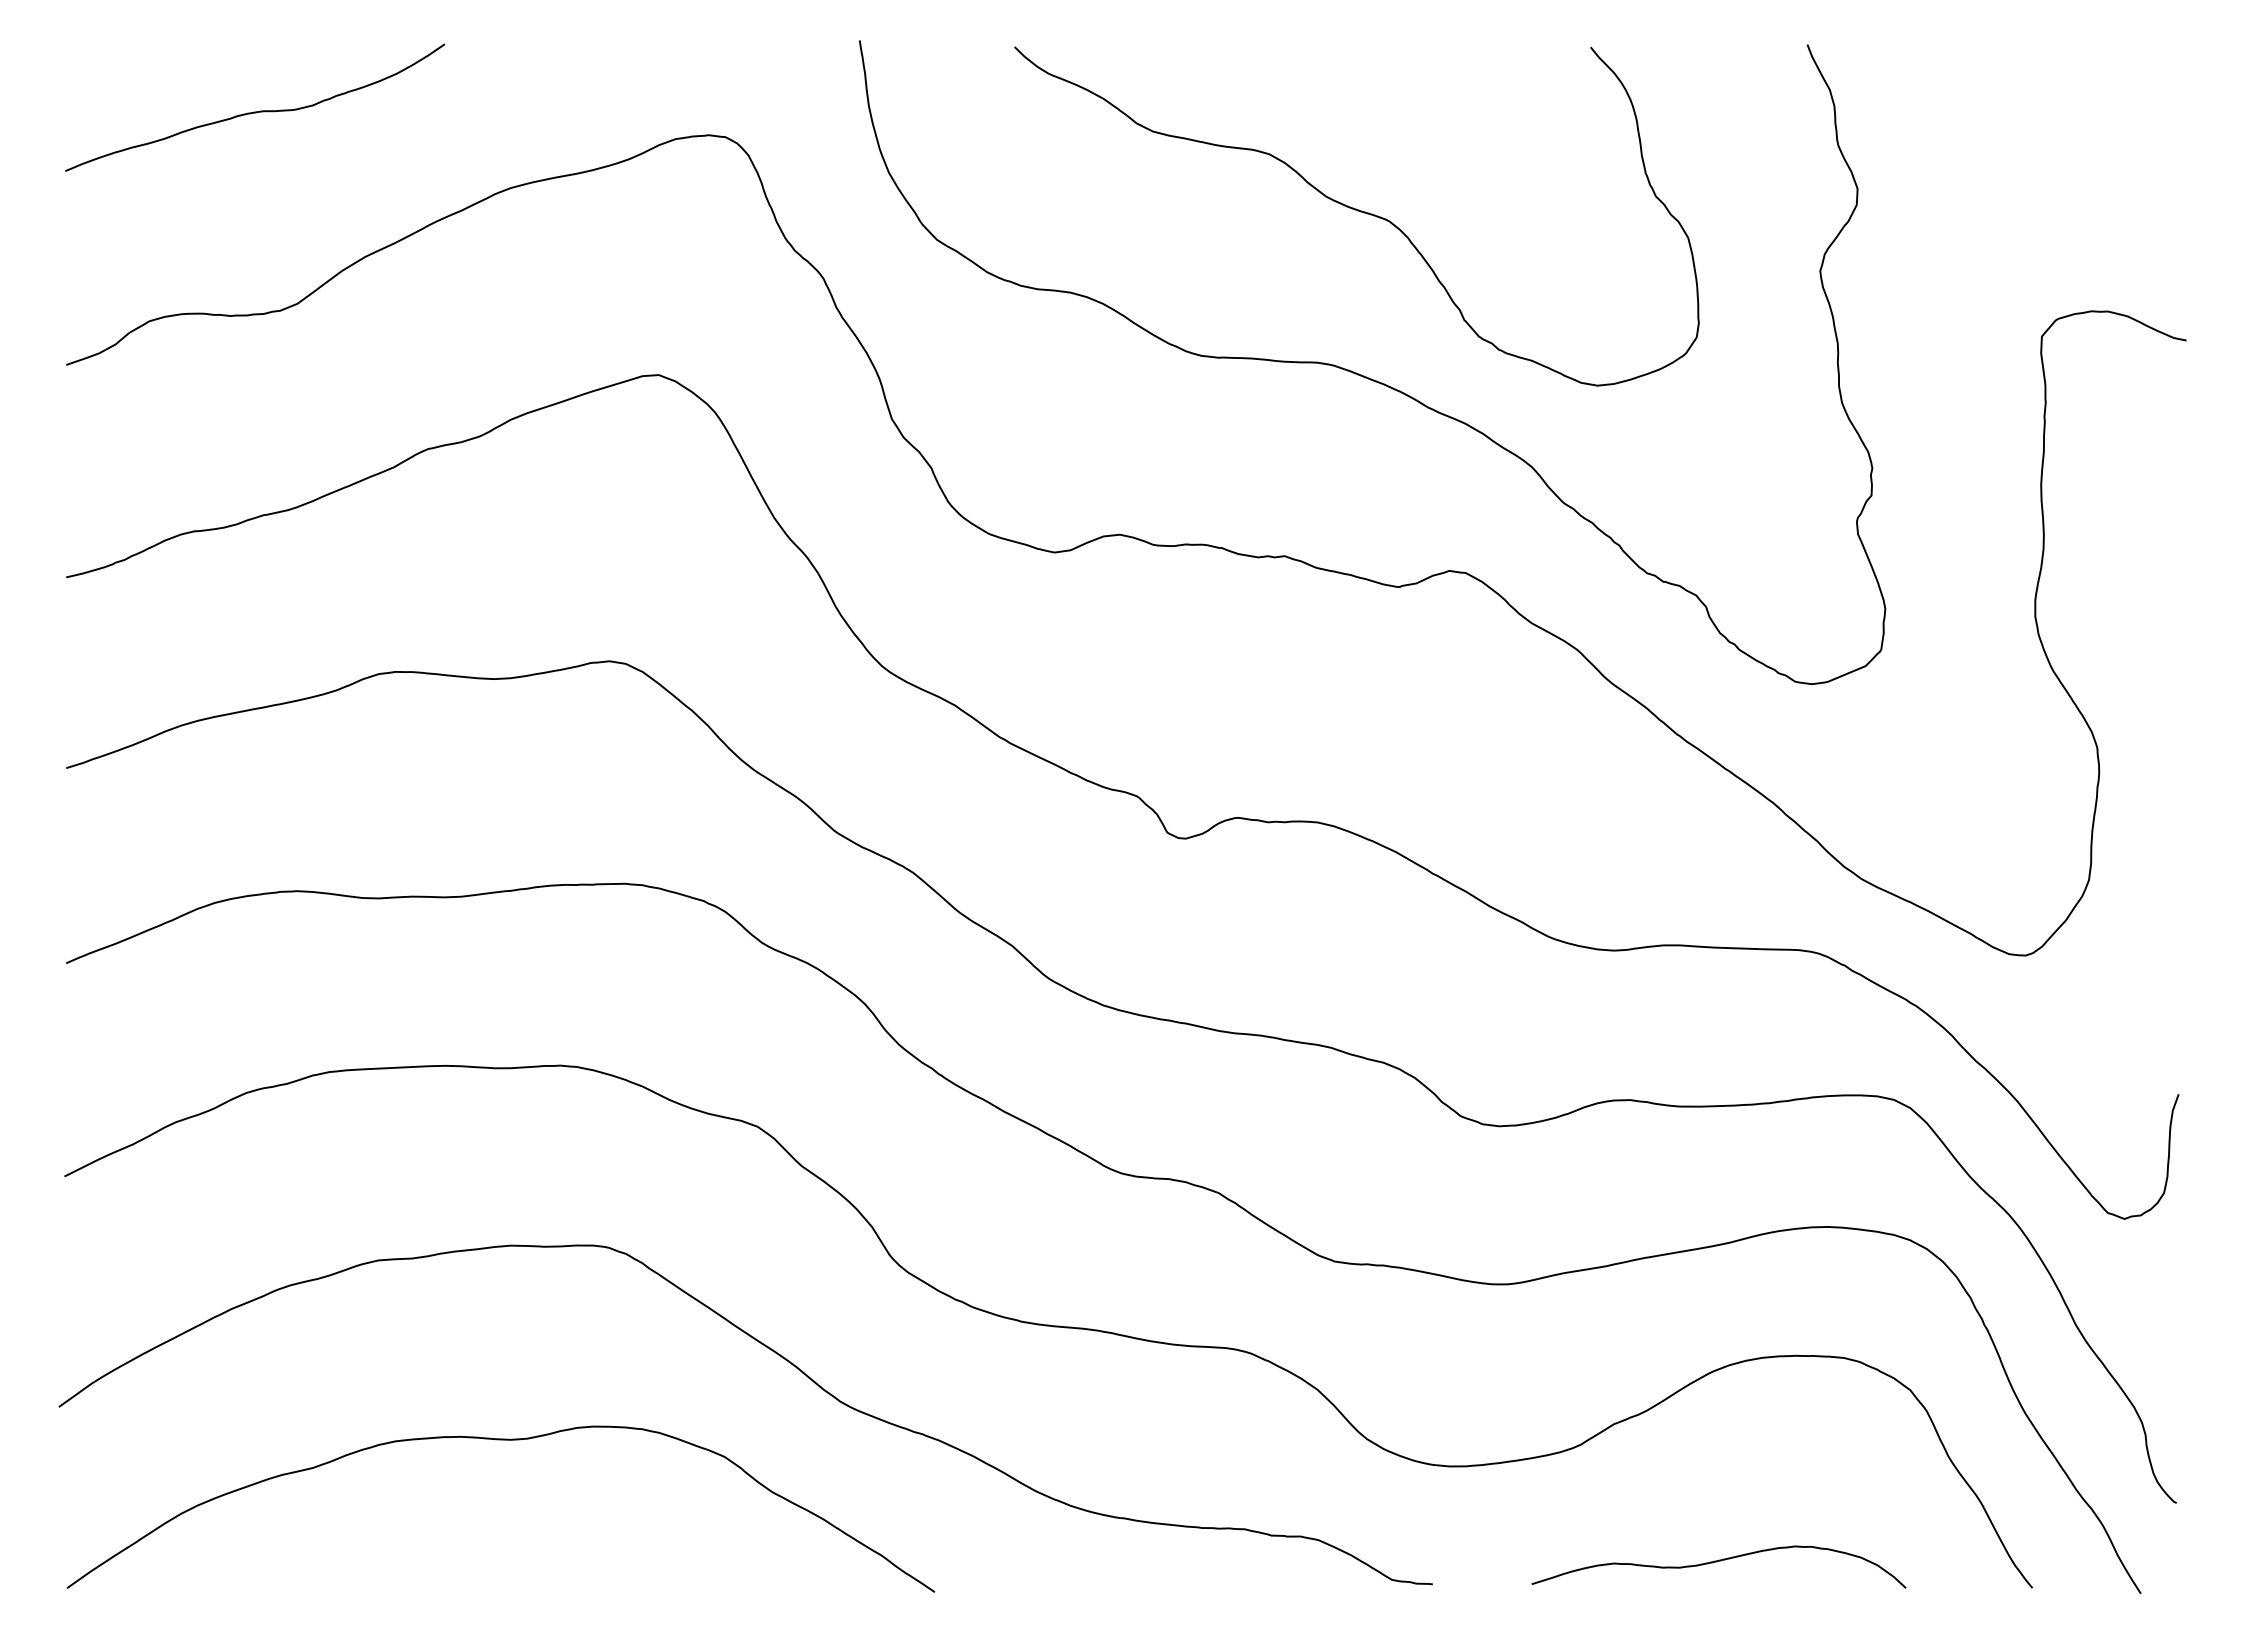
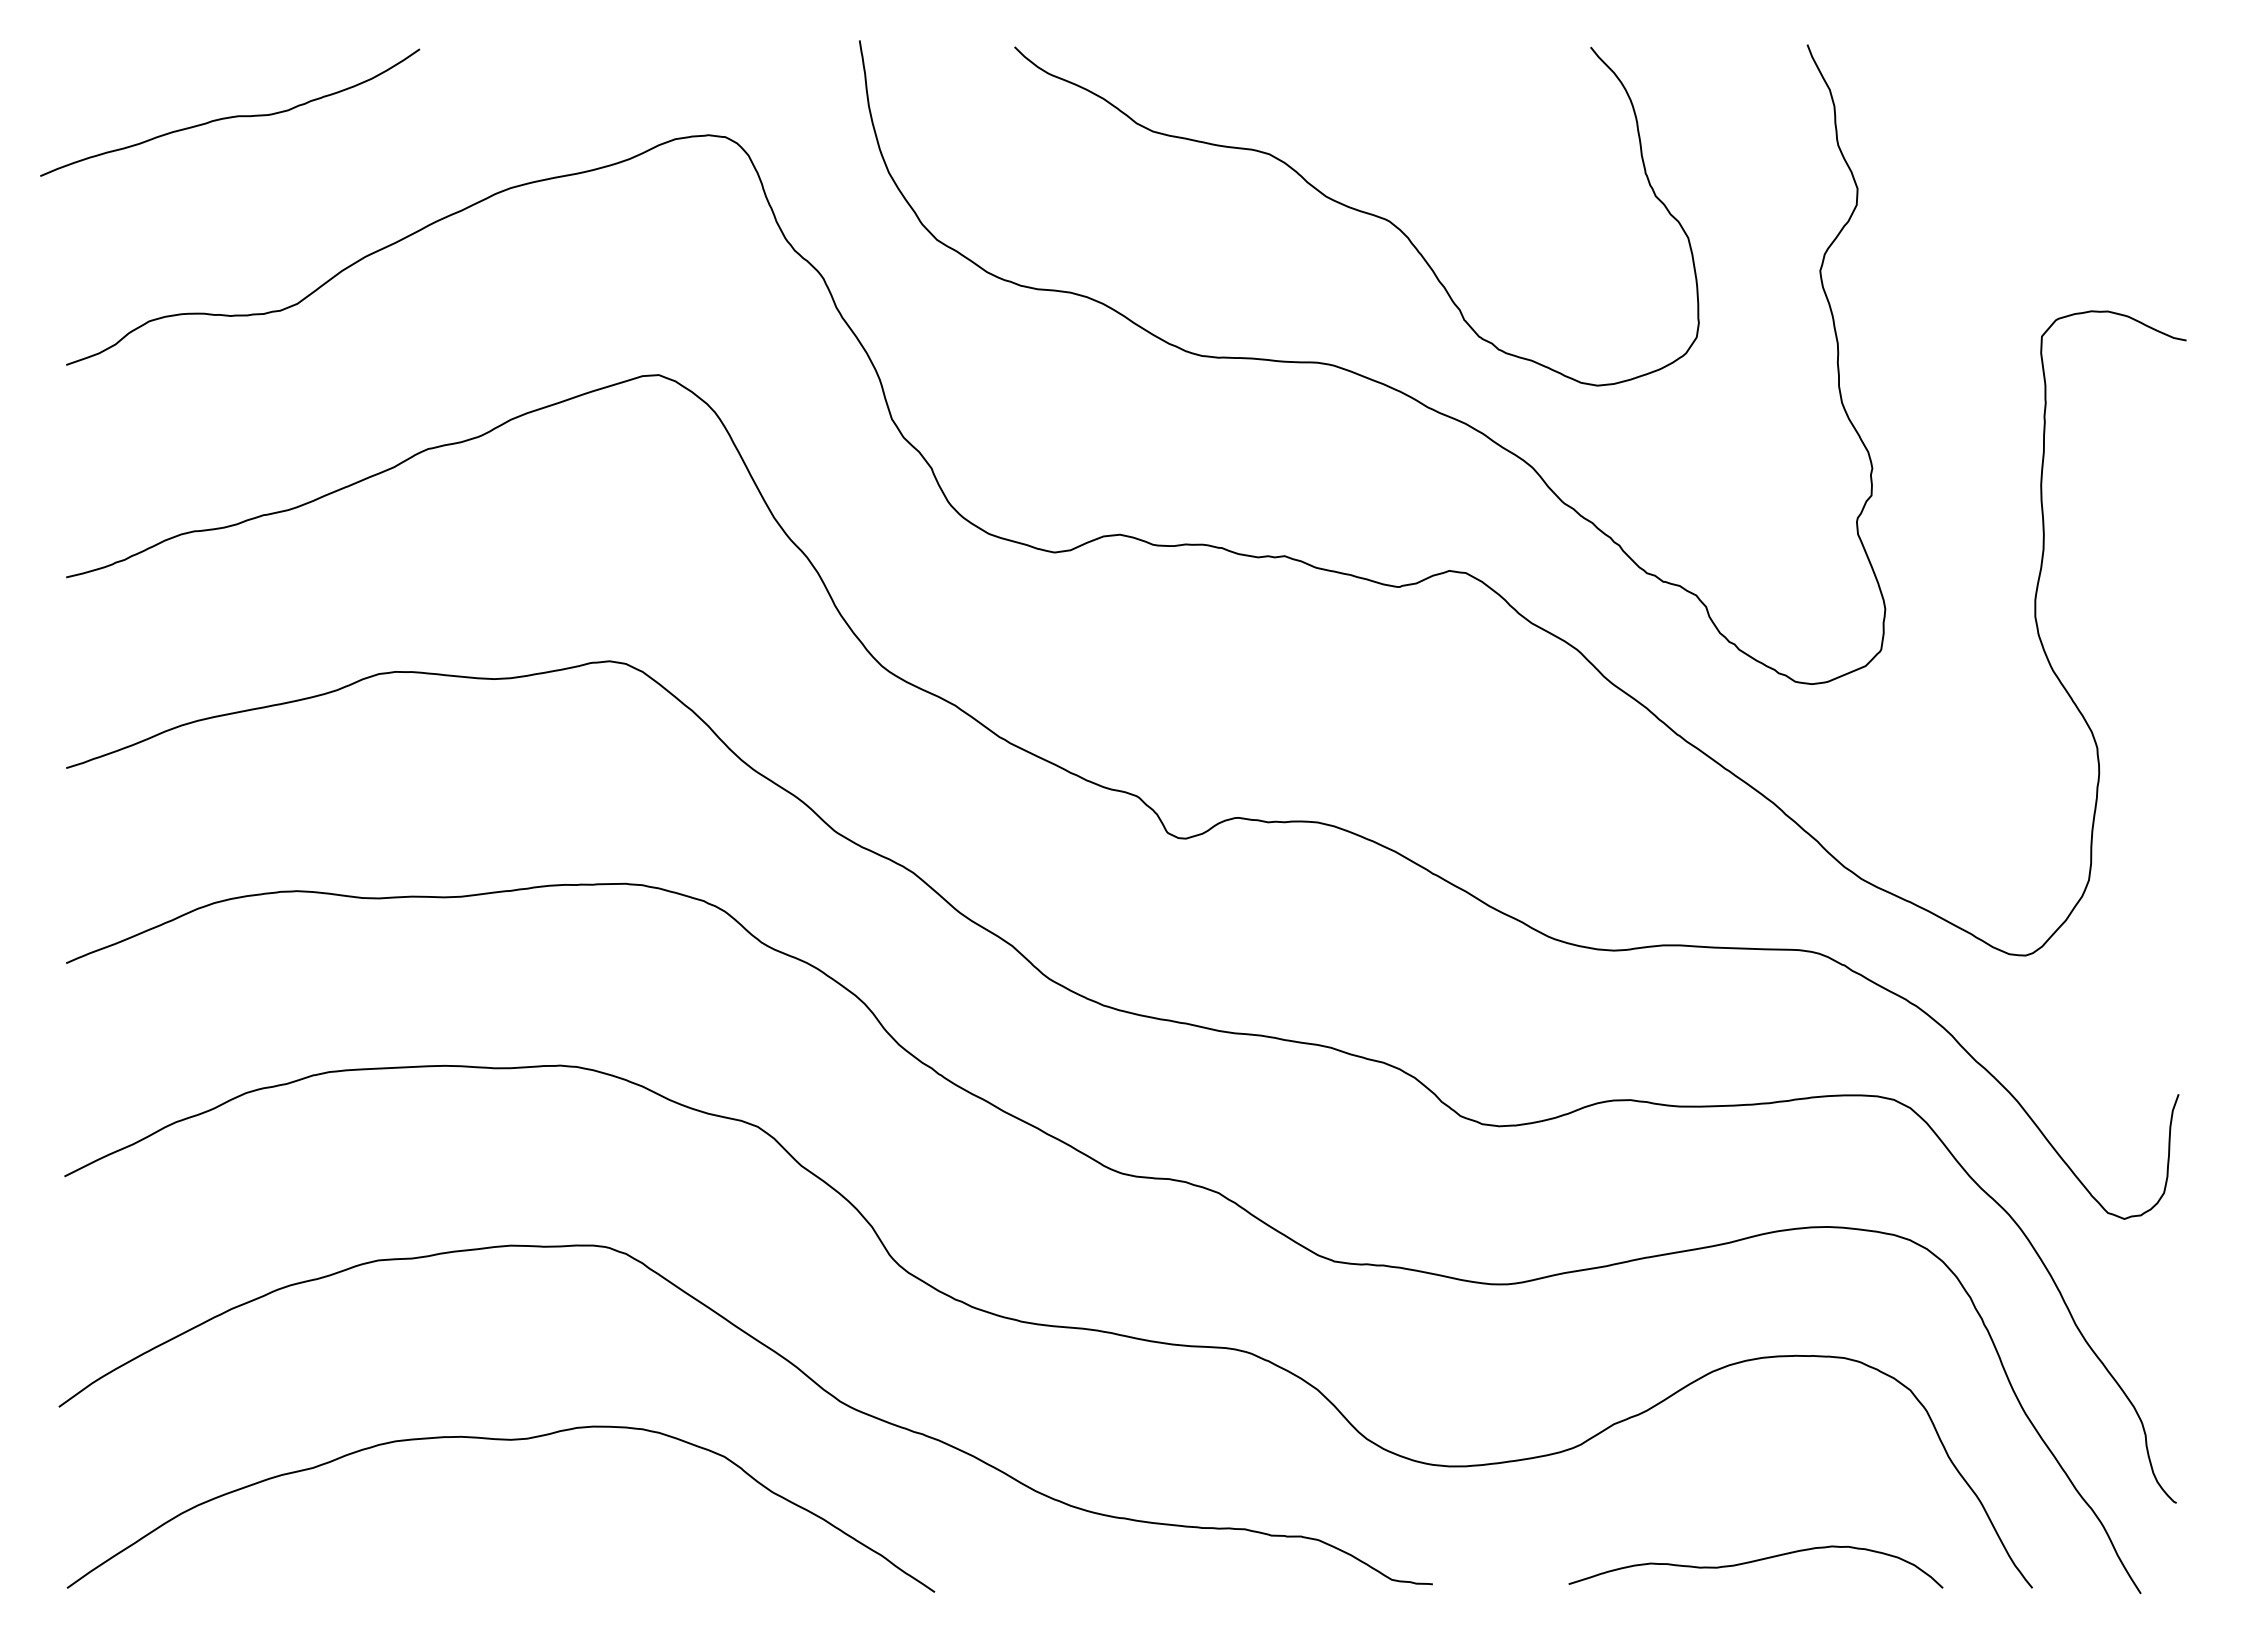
curve at (255, 111) position: (255, 111) -> (230, 116)
curve at (1716, 1562) position: (1716, 1562) -> (1753, 1562)
